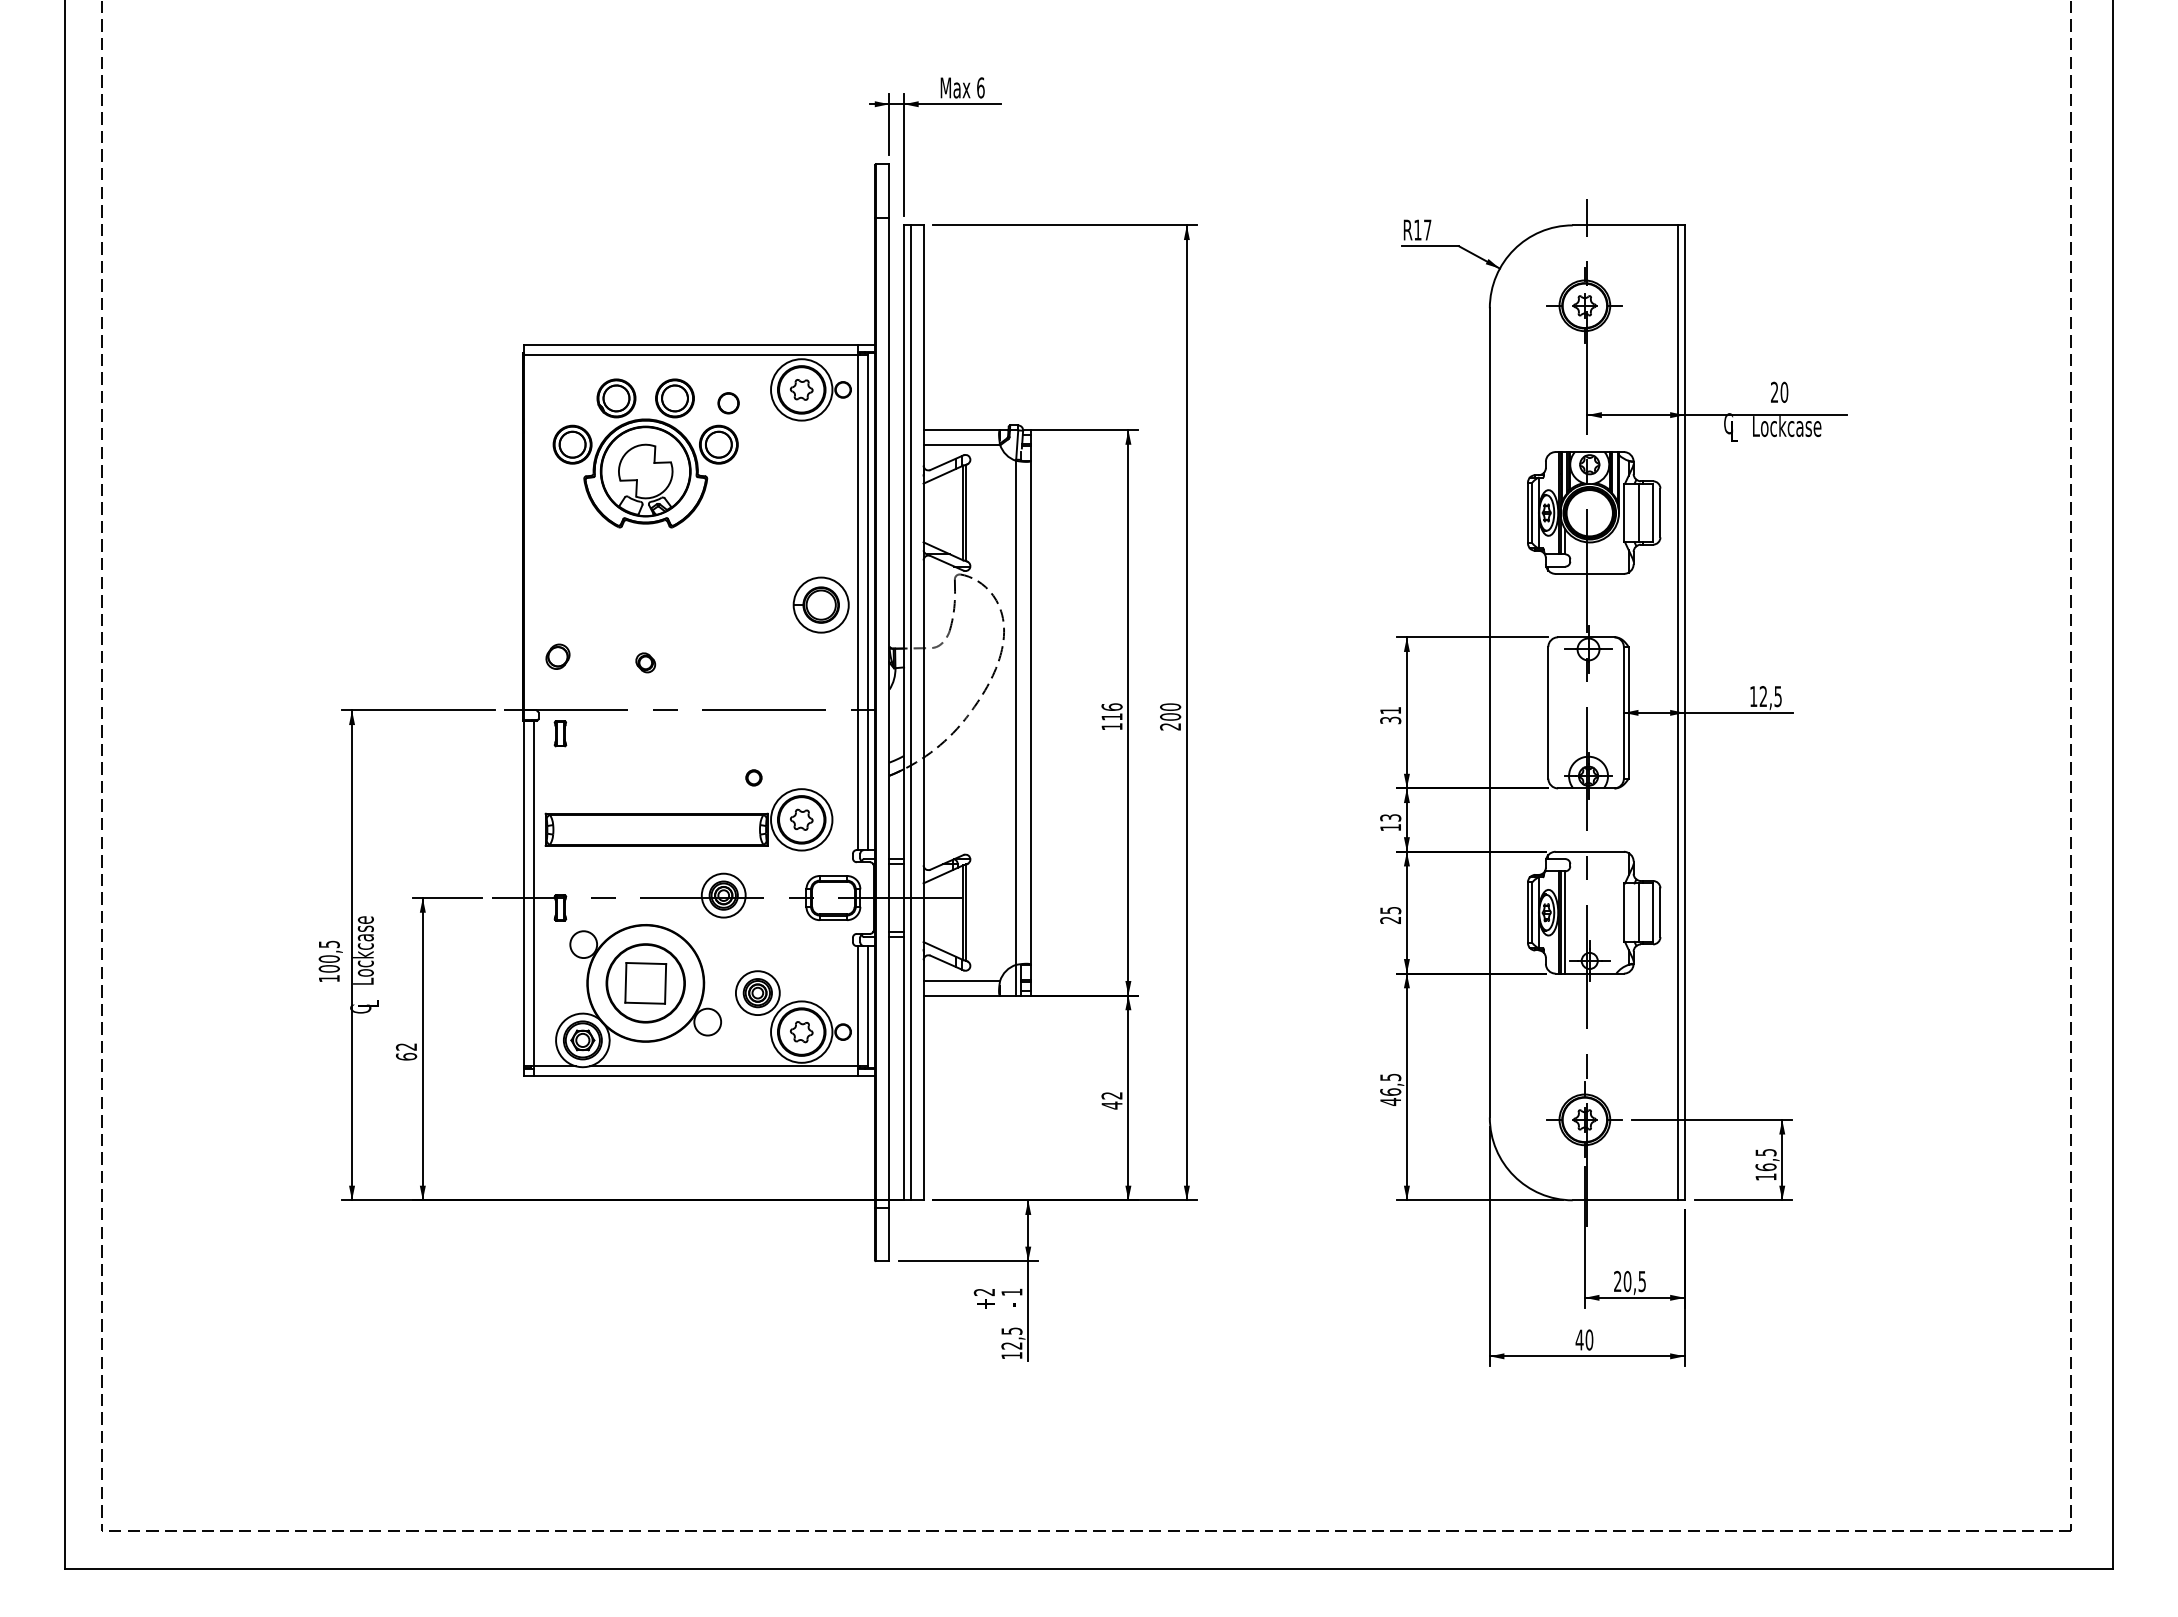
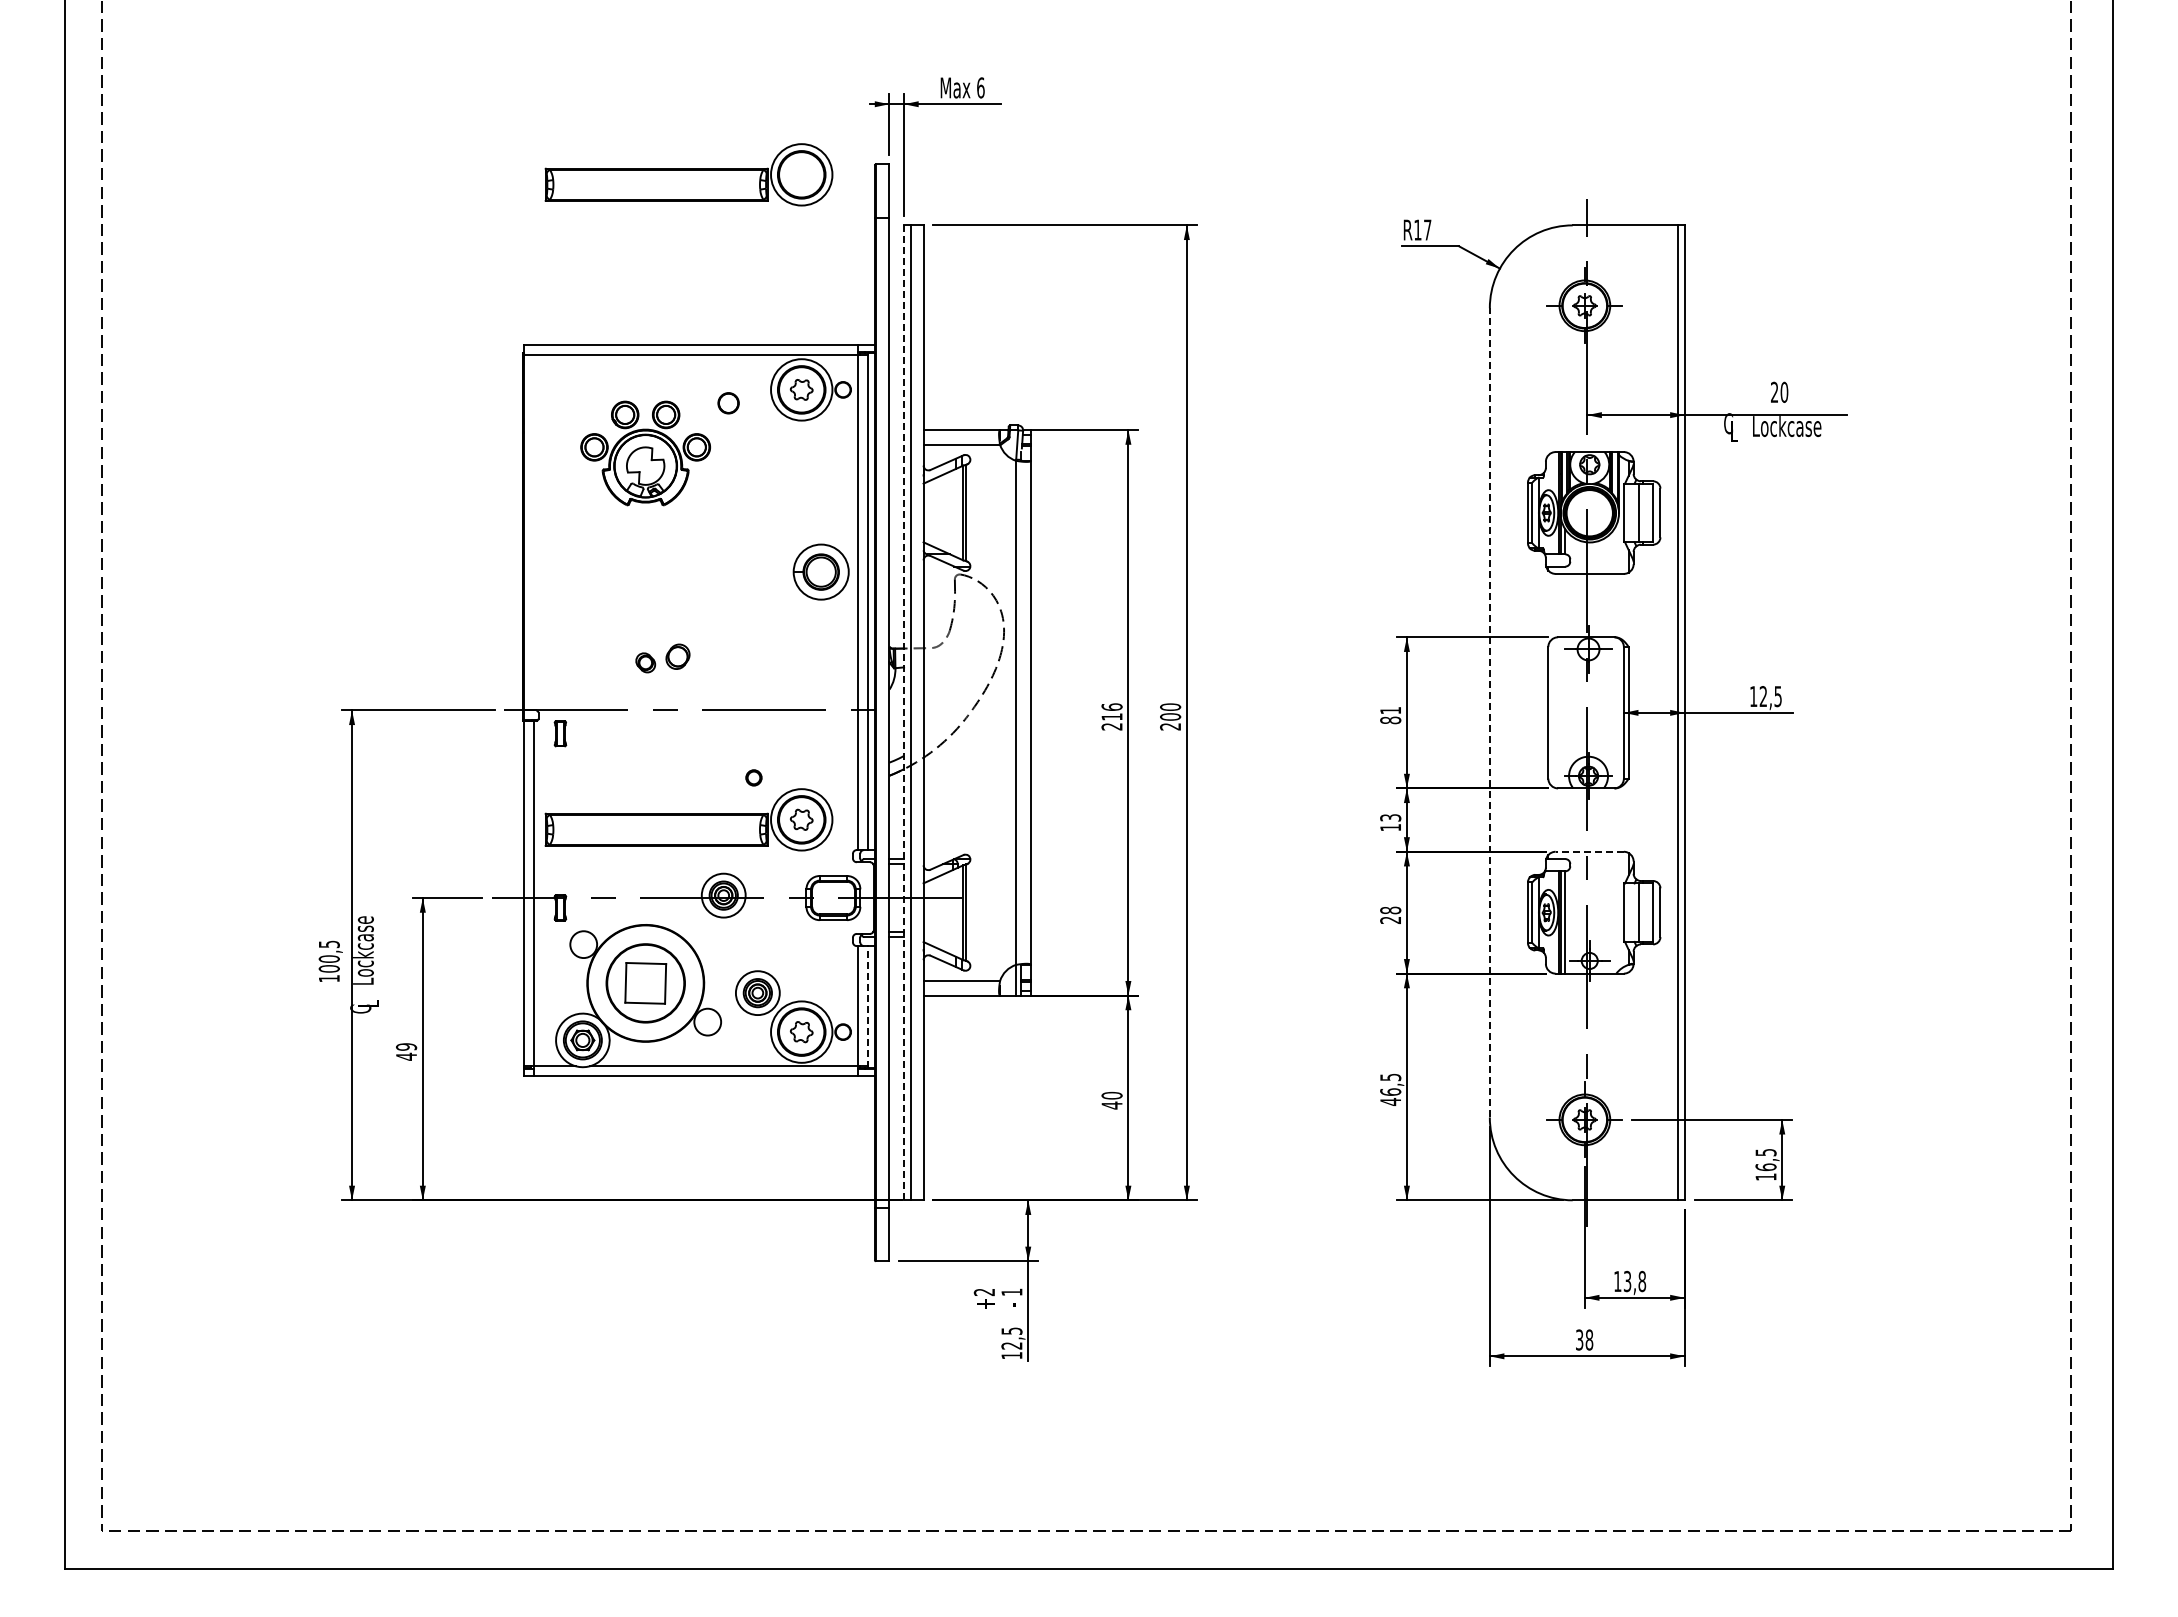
part at (688, 174): none -> present
part at (645, 453) size: 187x151 px -> 131x107 px
part at (820, 604) position: (820, 604) -> (820, 571)
part at (557, 656) position: (557, 656) -> (677, 656)
line at (904, 712): solid -> dashed
line at (1489, 712): solid -> dashed
text at (1390, 720): 31 -> 81
text at (1111, 726): 116 -> 216
line at (1589, 851): solid -> dashed
text at (1390, 910): 25 -> 28
line at (867, 1006): solid -> dashed
text at (406, 1051): 62 -> 49
text at (1111, 1095): 42 -> 40
text at (1630, 1281): 20,5 -> 13,8
text at (1584, 1339): 40 -> 38
